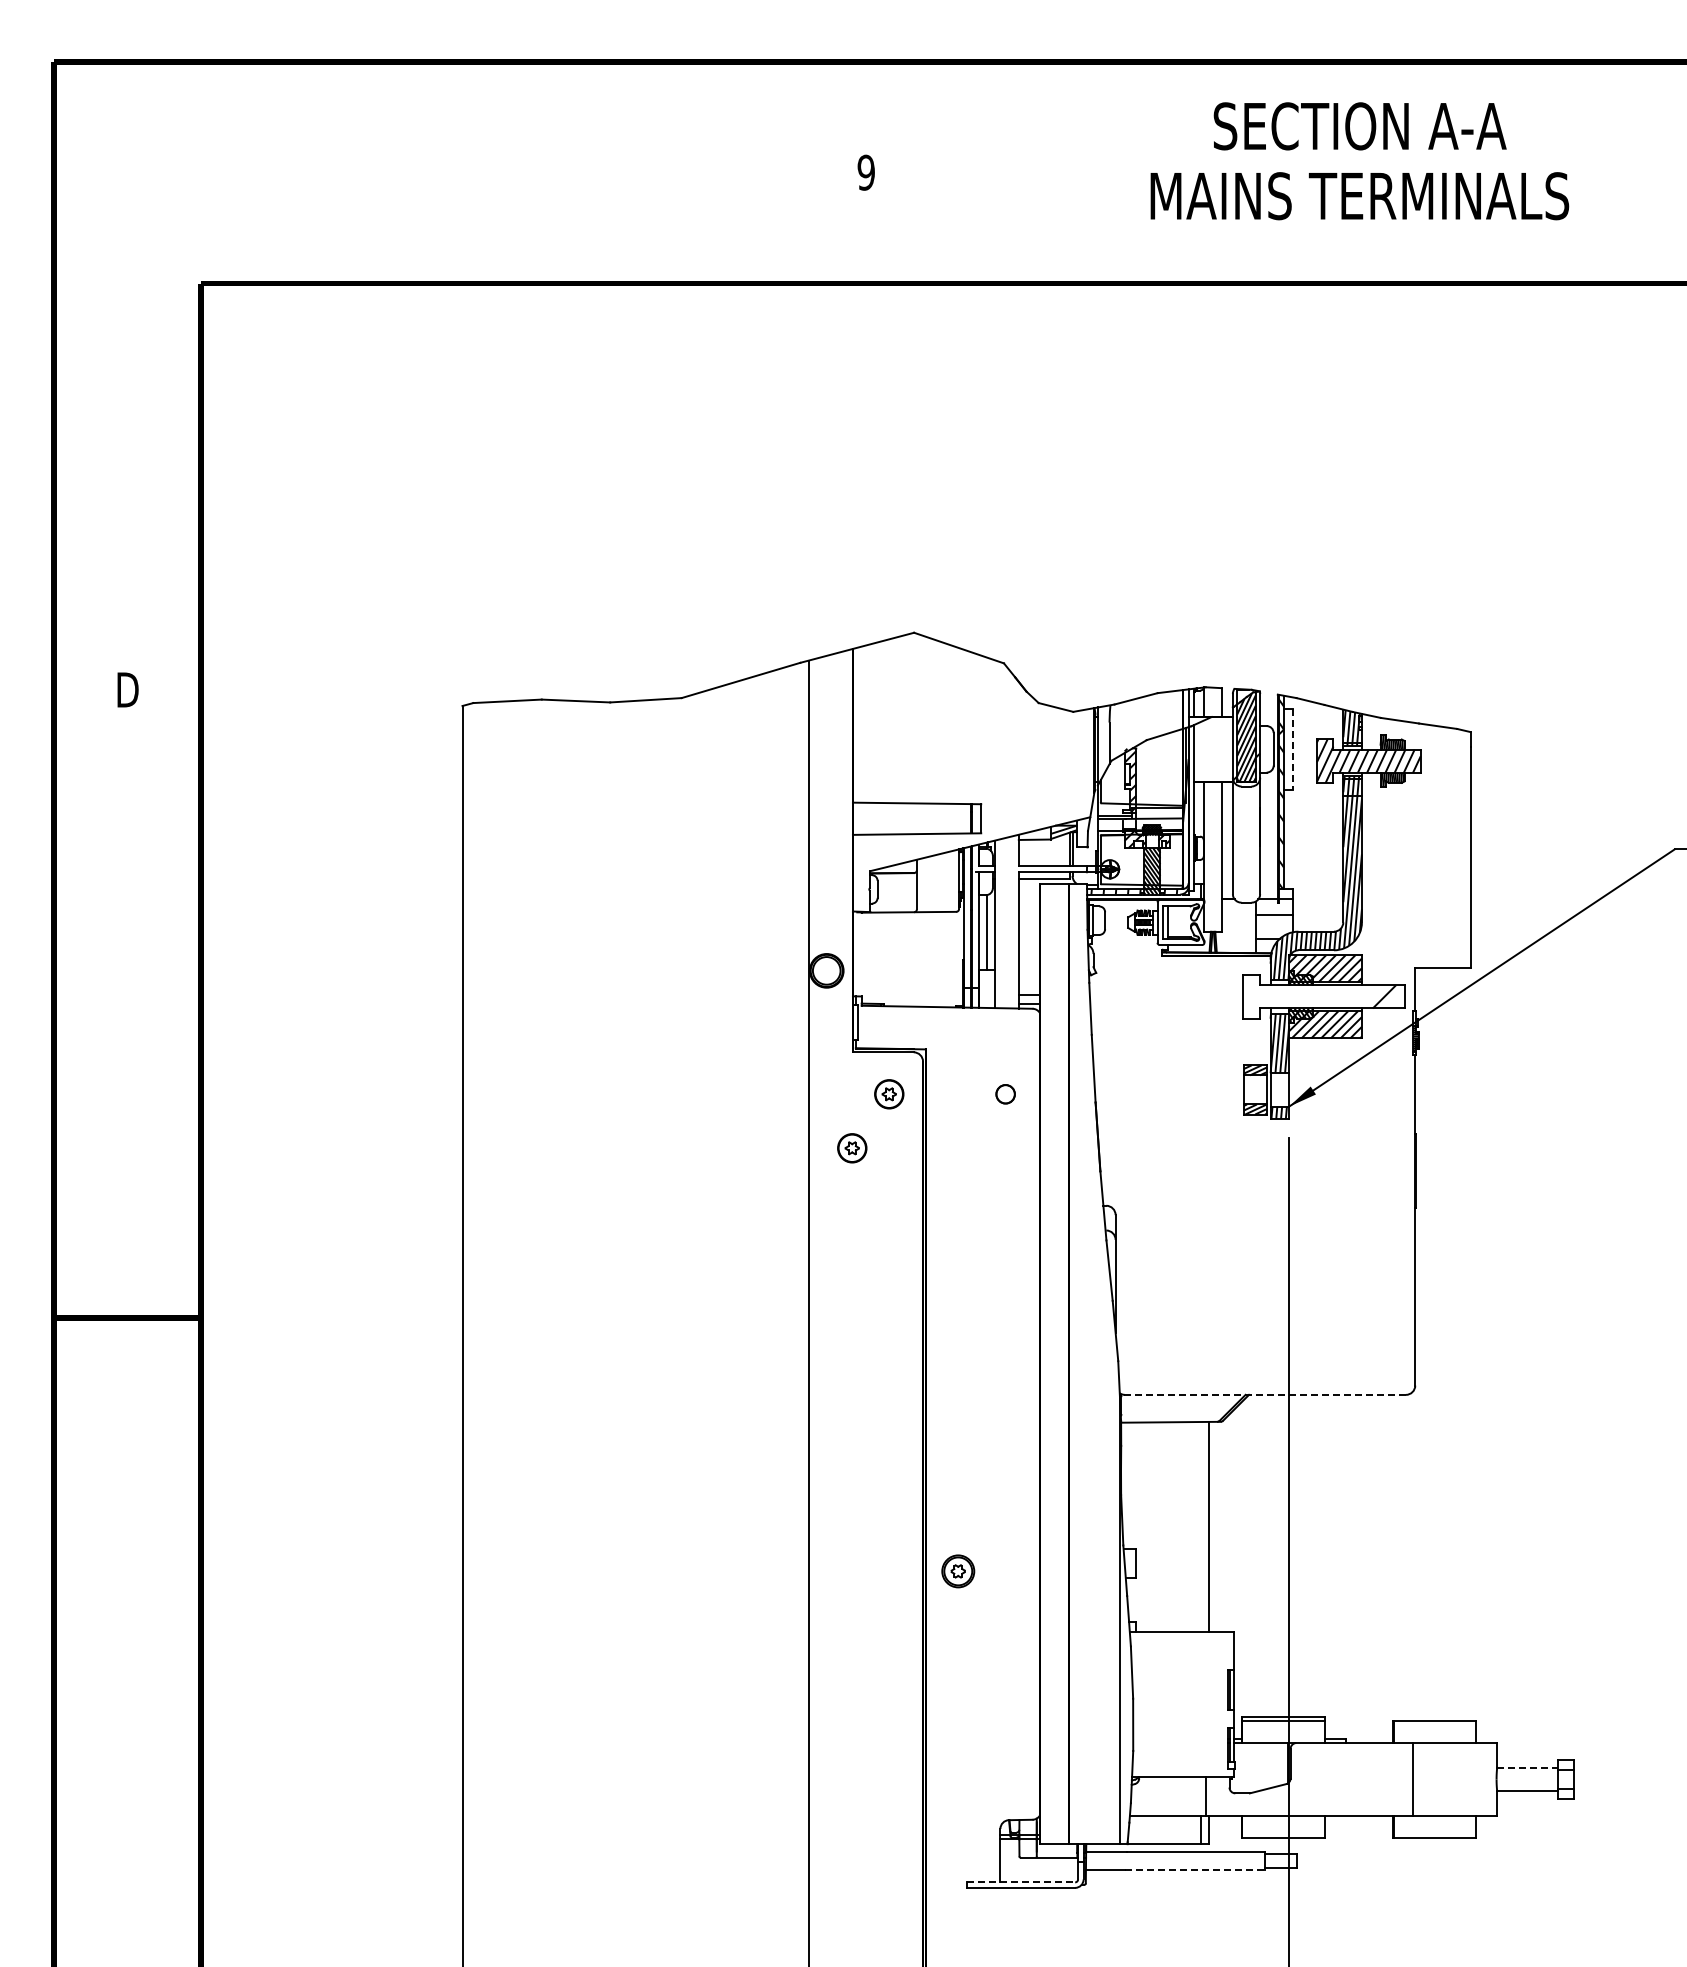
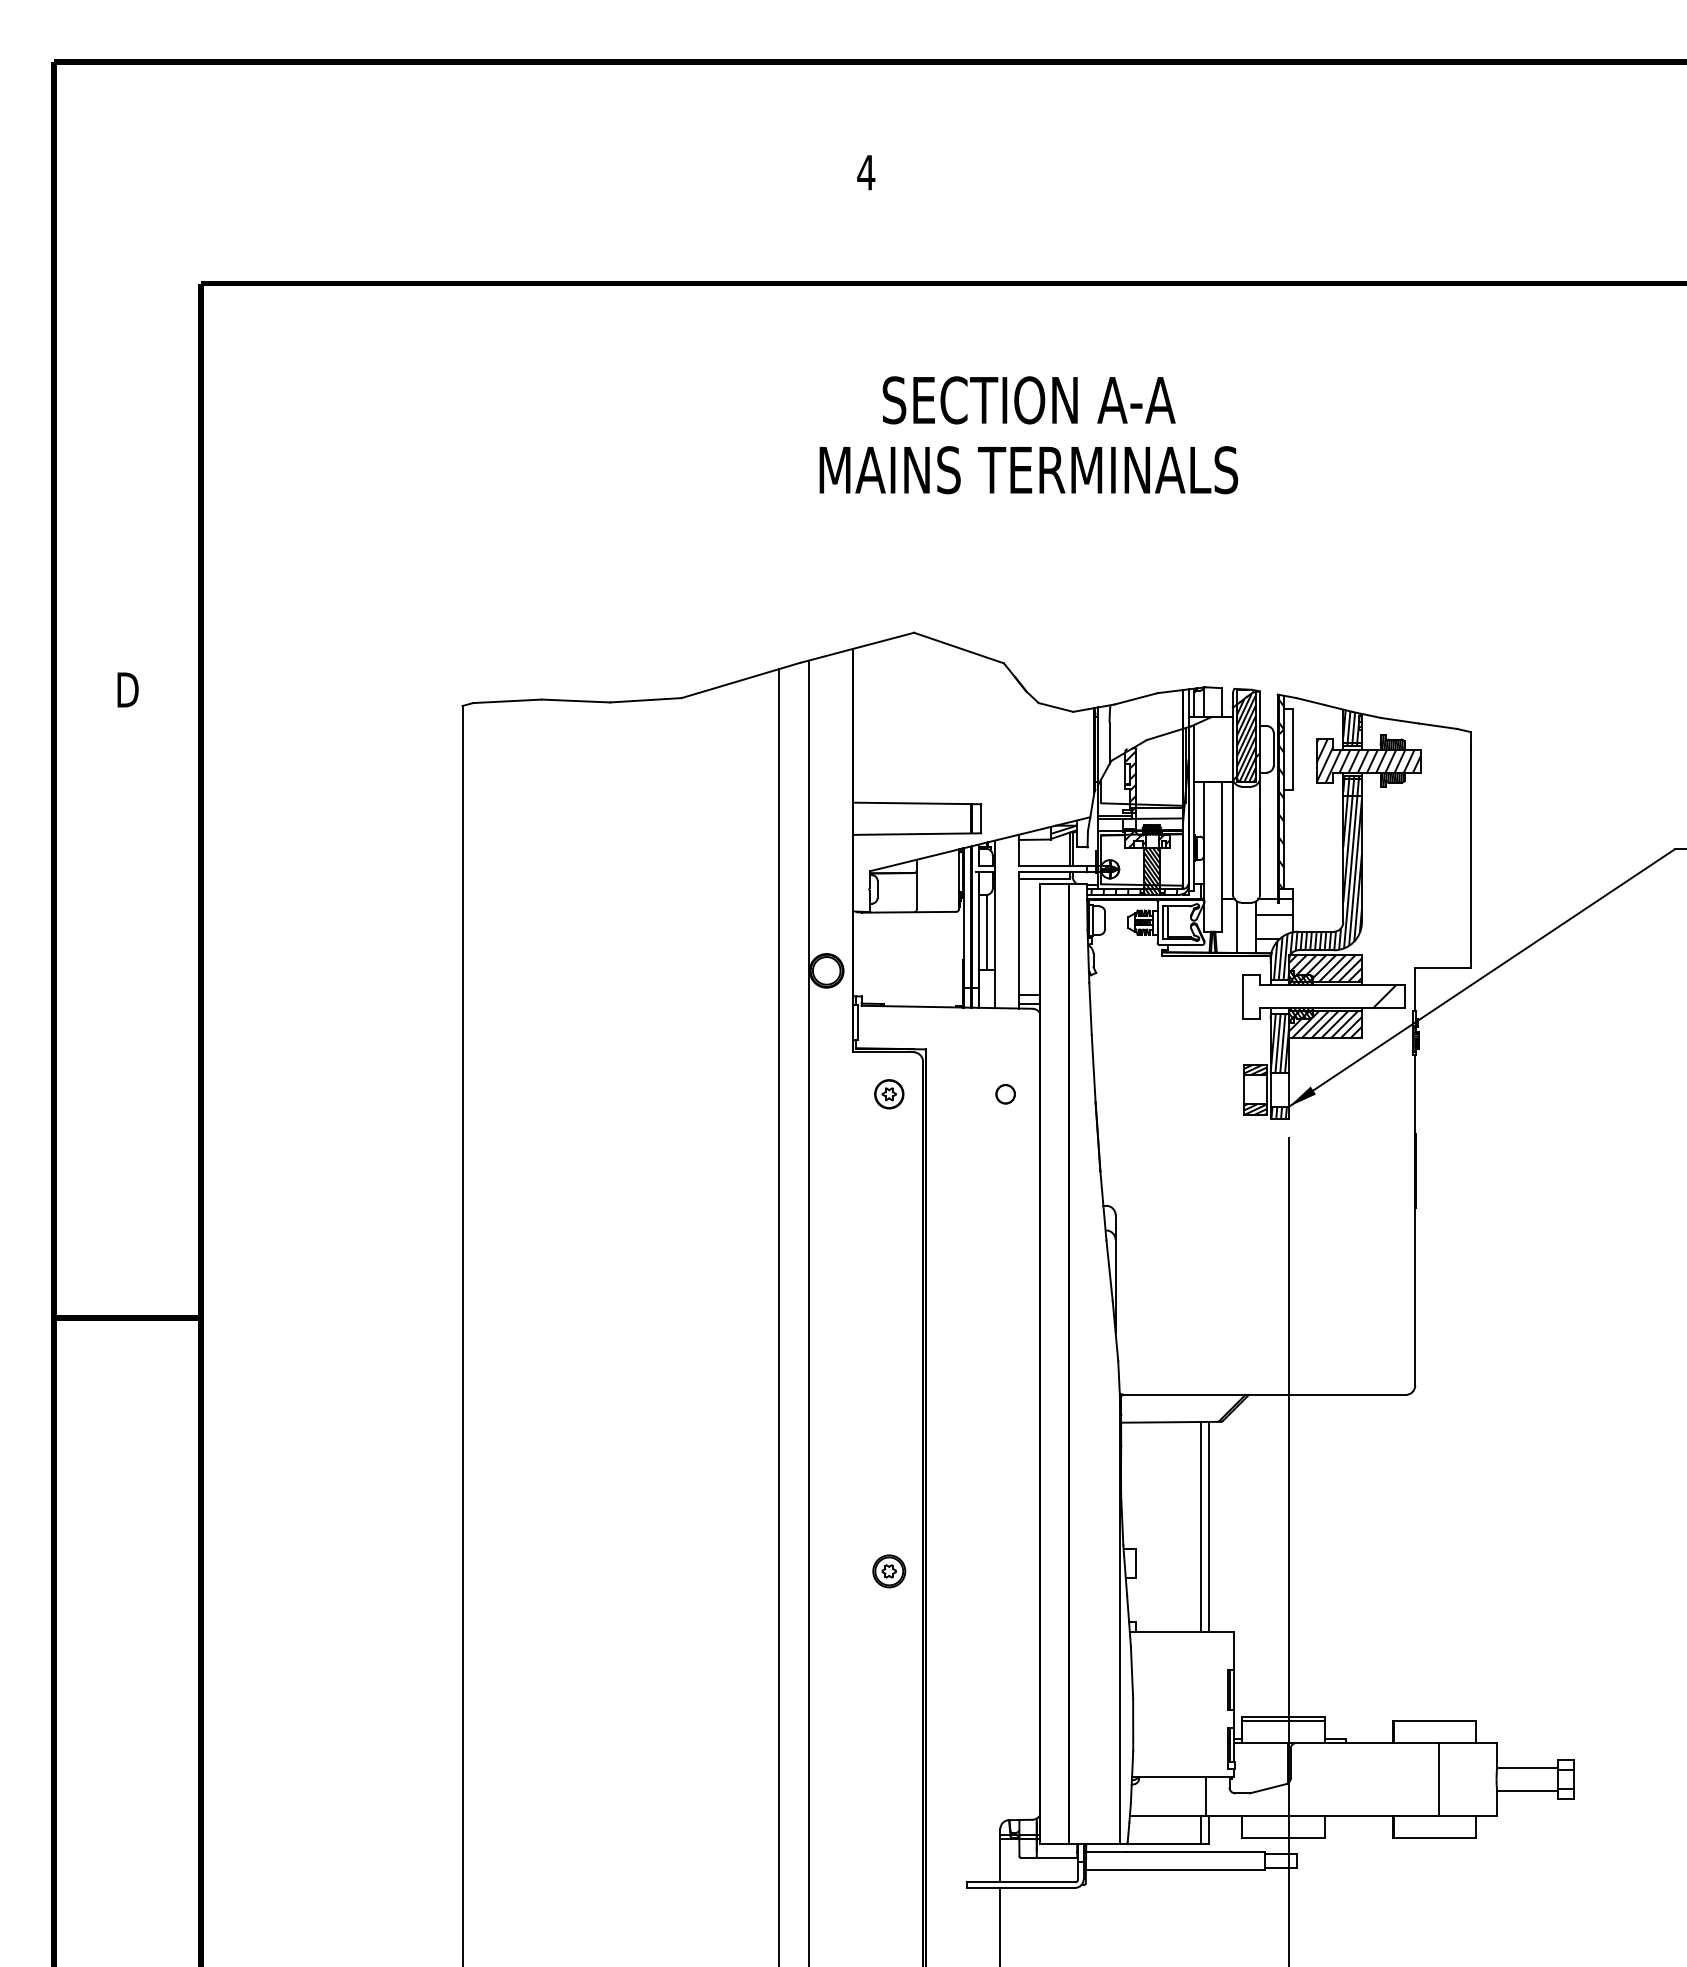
text at (1359, 161) position: (1359, 161) -> (1028, 435)
text at (866, 172): 9 -> 4
line at (1293, 749): dashed -> solid
line at (1237, 927): none -> present
part at (852, 1148): present -> none
line at (779, 1316): none -> present
line at (1262, 1394): dashed -> solid
line at (1201, 1526): none -> present
part at (958, 1571) position: (958, 1571) -> (889, 1571)
line at (1527, 1767): dashed -> solid
line at (1412, 1779) position: (1412, 1779) -> (1438, 1779)
line at (1195, 1869): dashed -> solid
line at (1021, 1882): dashed -> solid
line at (1000, 1925): none -> present
